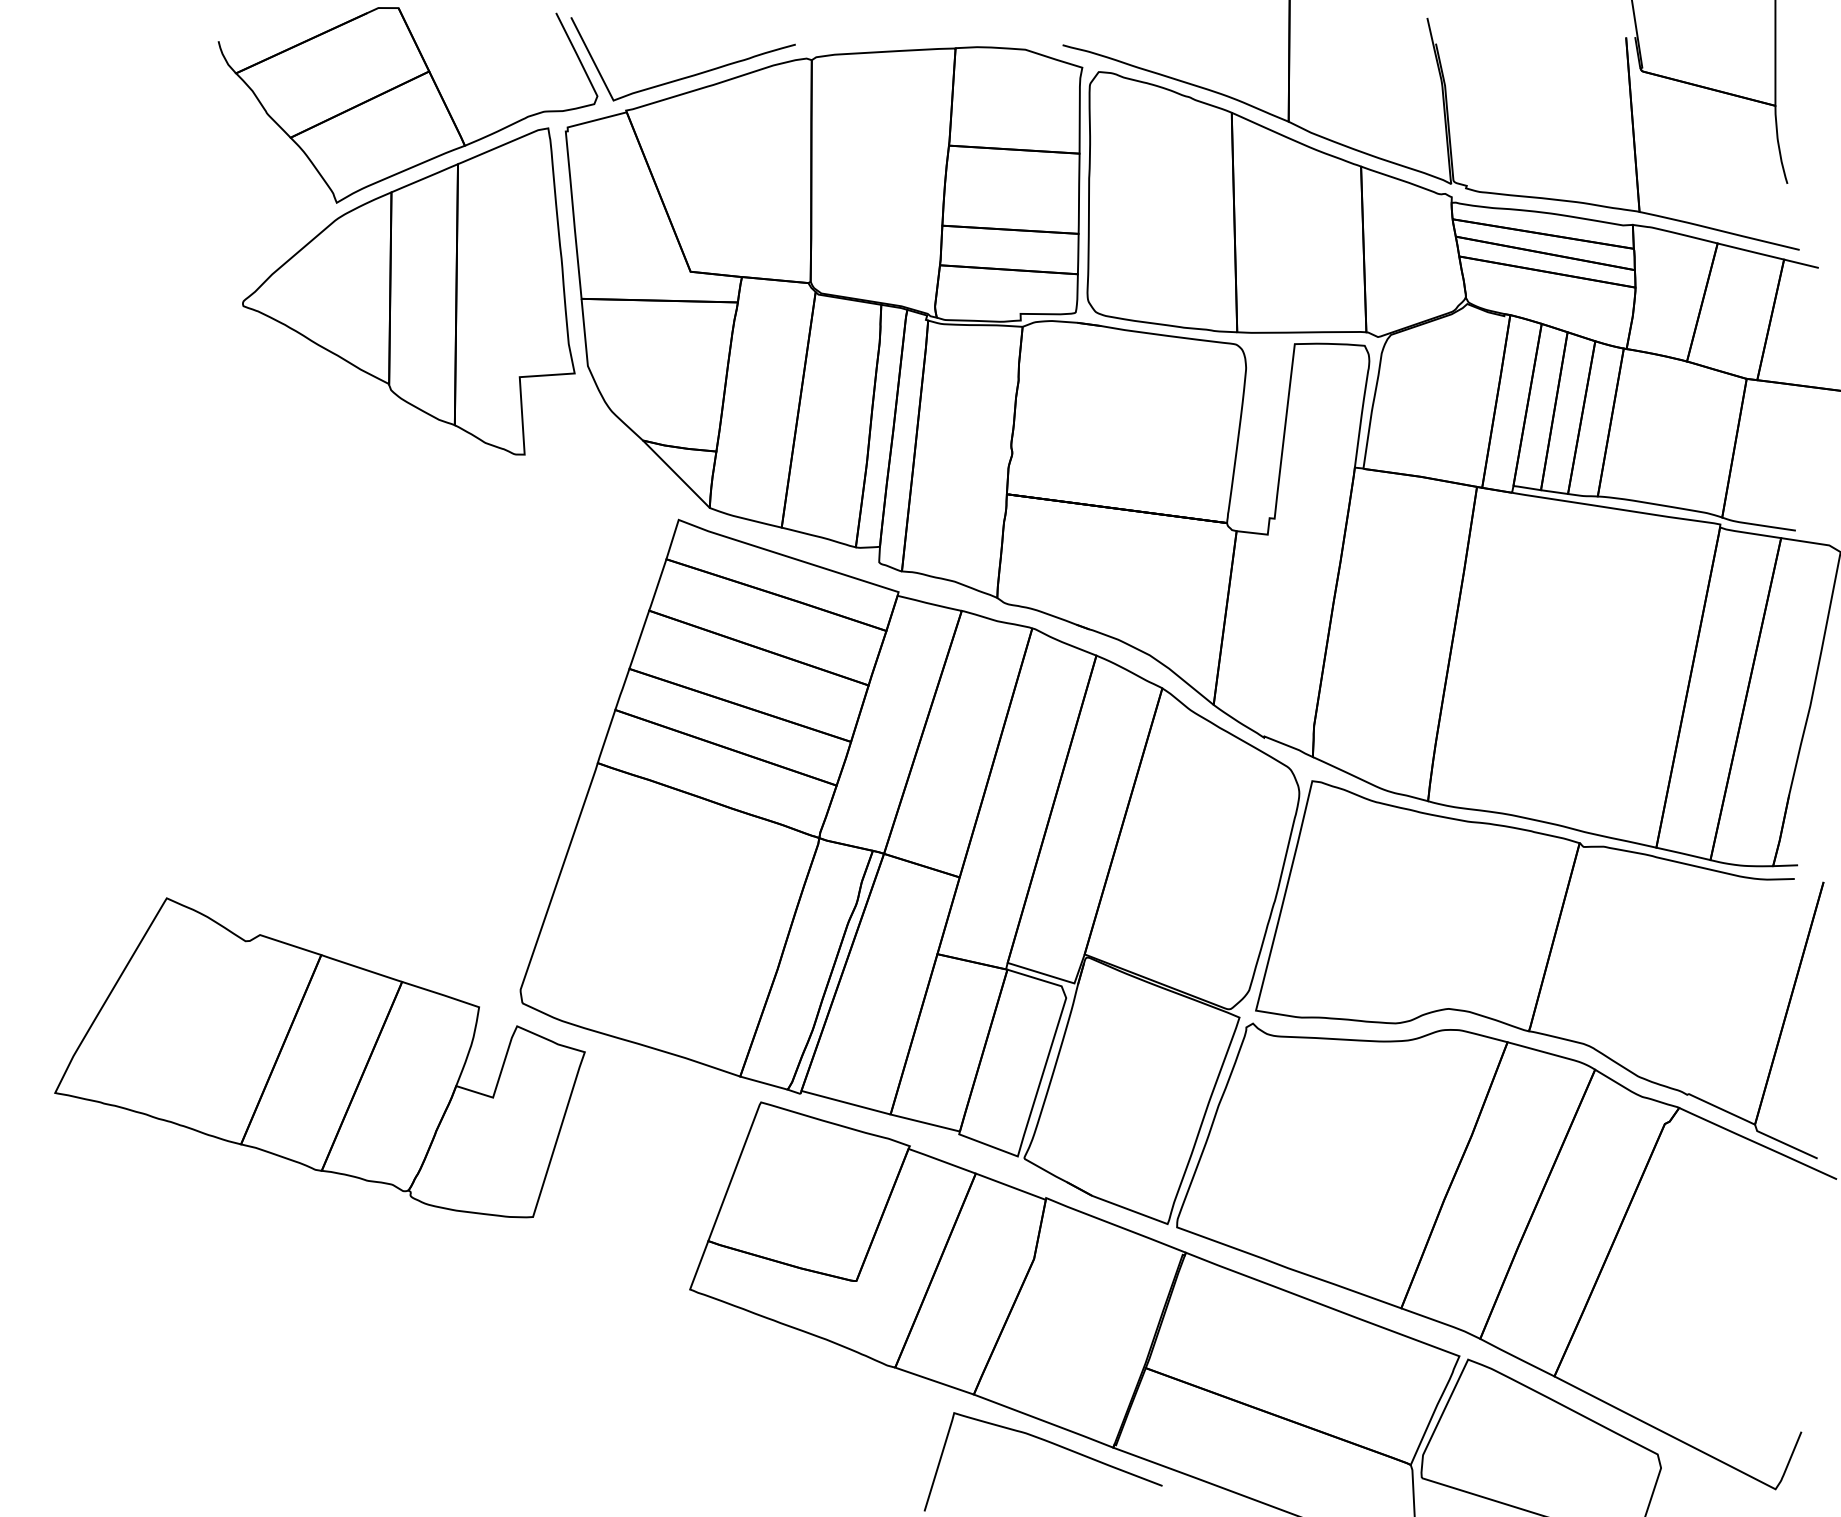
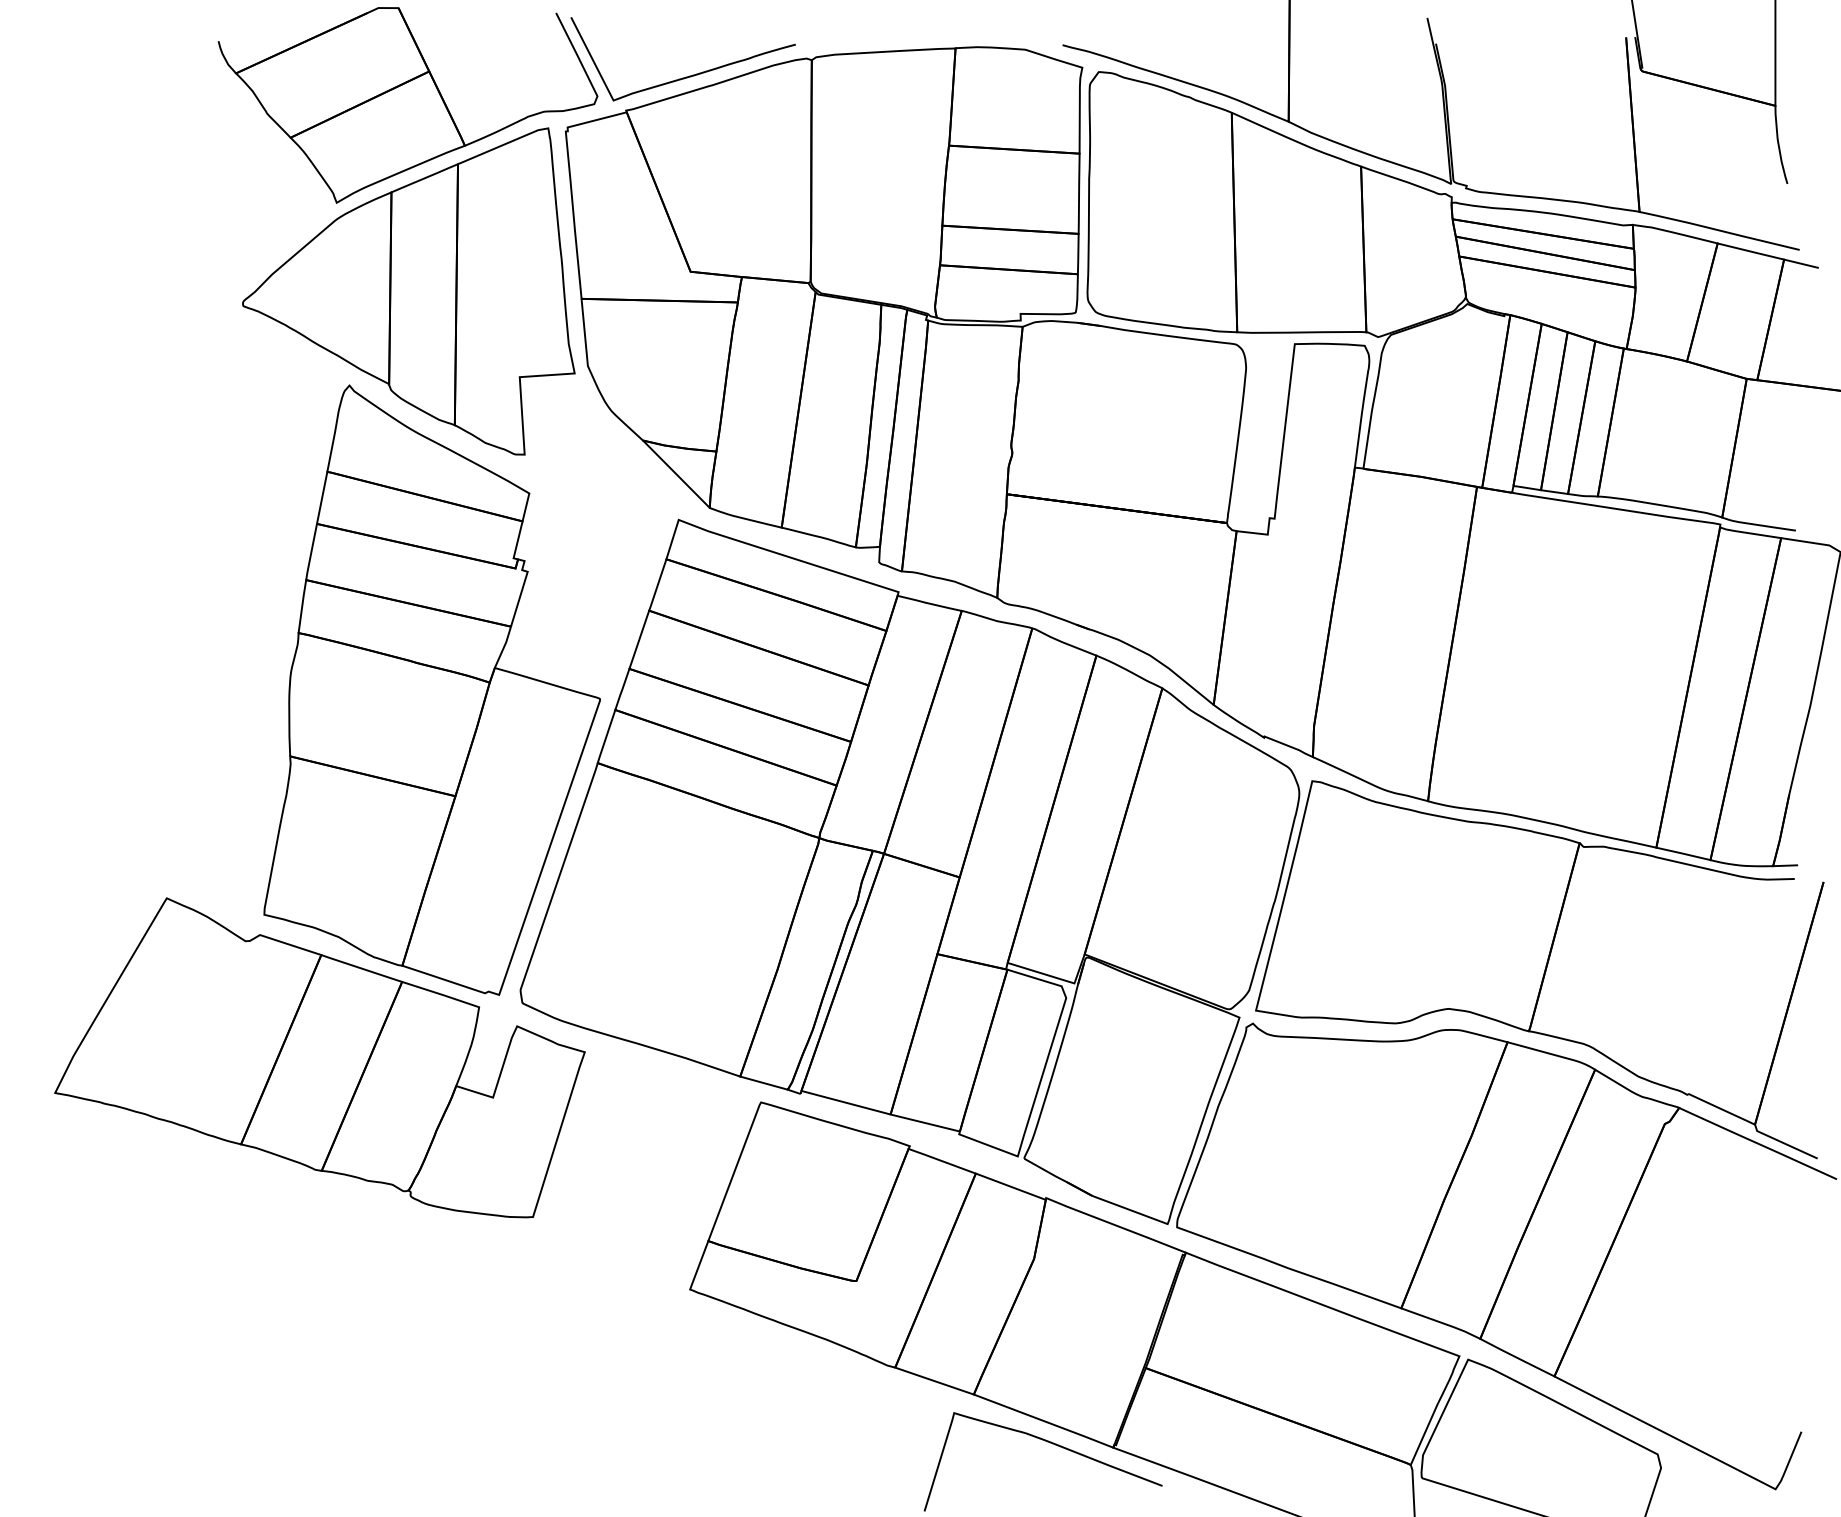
part at (431, 689): none -> present
